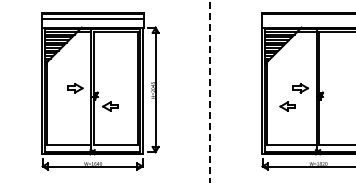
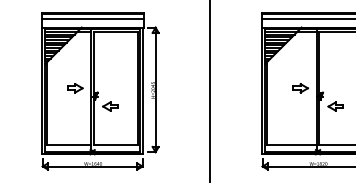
line at (306, 18): none -> present
line at (210, 91): dashed -> solid
part at (287, 106) position: (287, 106) -> (335, 106)
